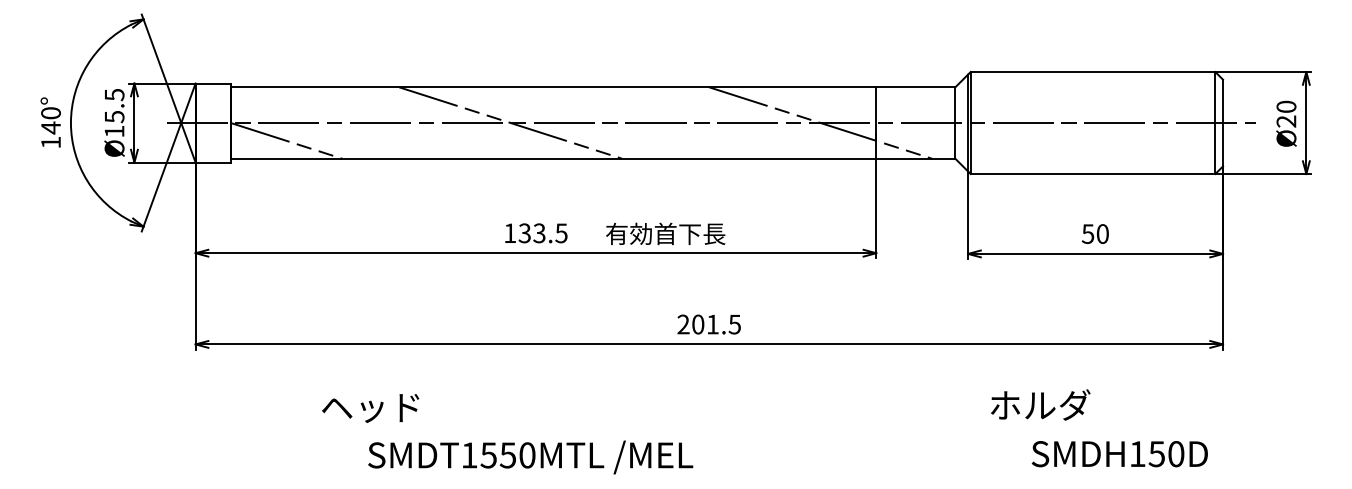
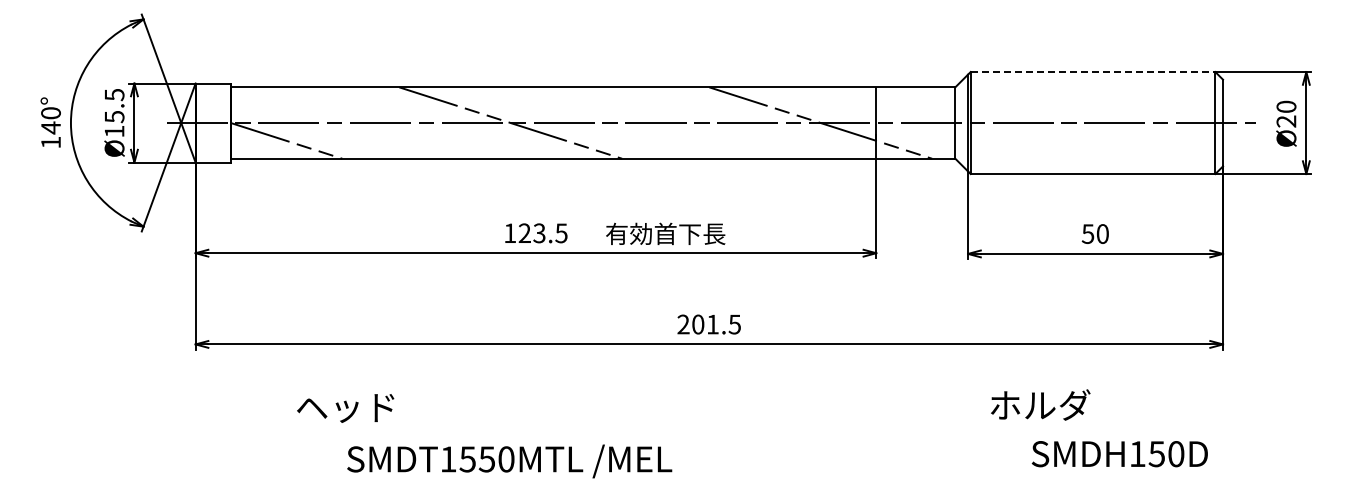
line at (1093, 72): solid -> dashed
text at (524, 233): 133.5 -> 123.5
text at (370, 408) position: (370, 408) -> (345, 408)
text at (530, 457) position: (530, 457) -> (509, 461)
